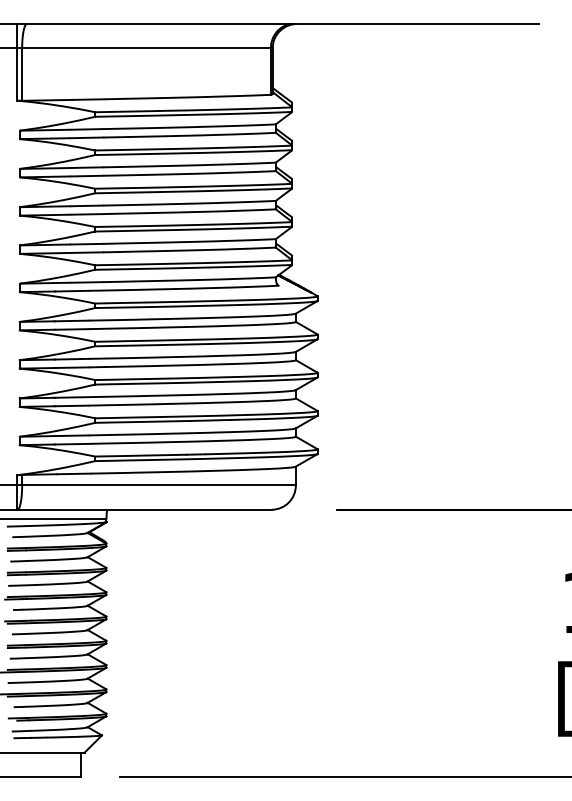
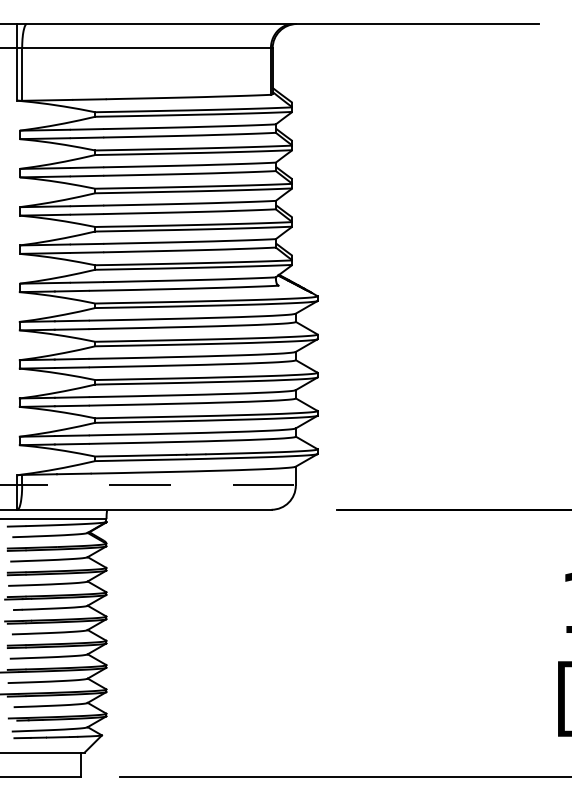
line at (148, 485): solid -> dashed
